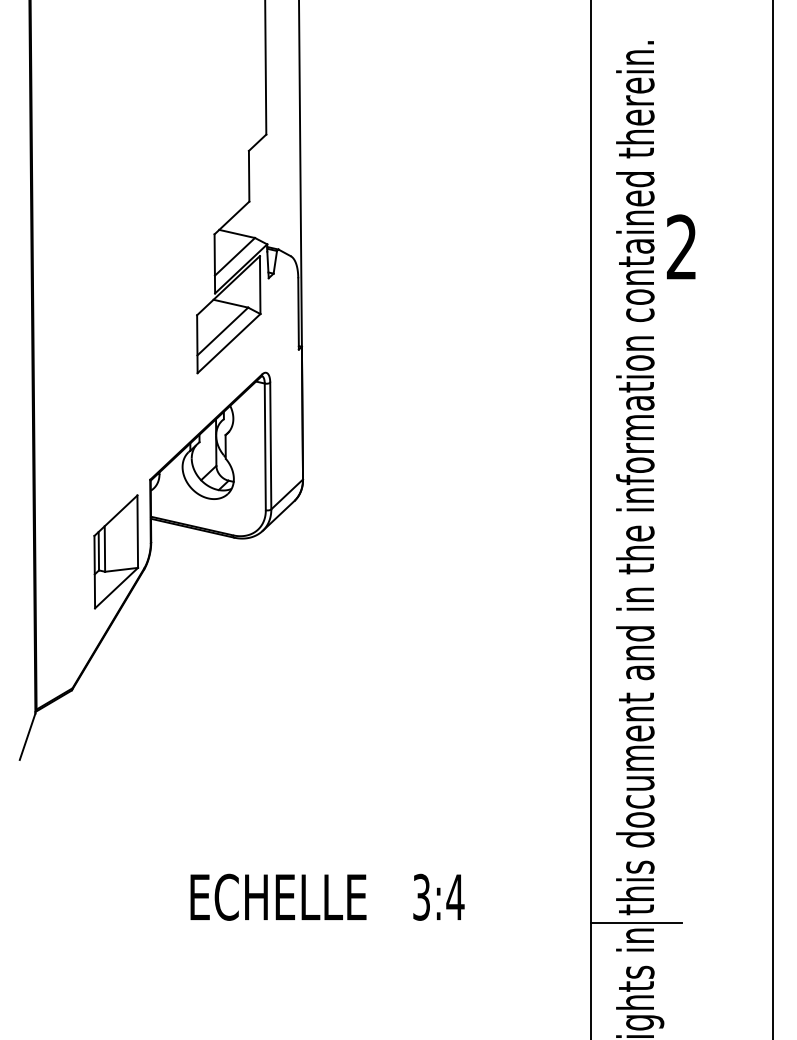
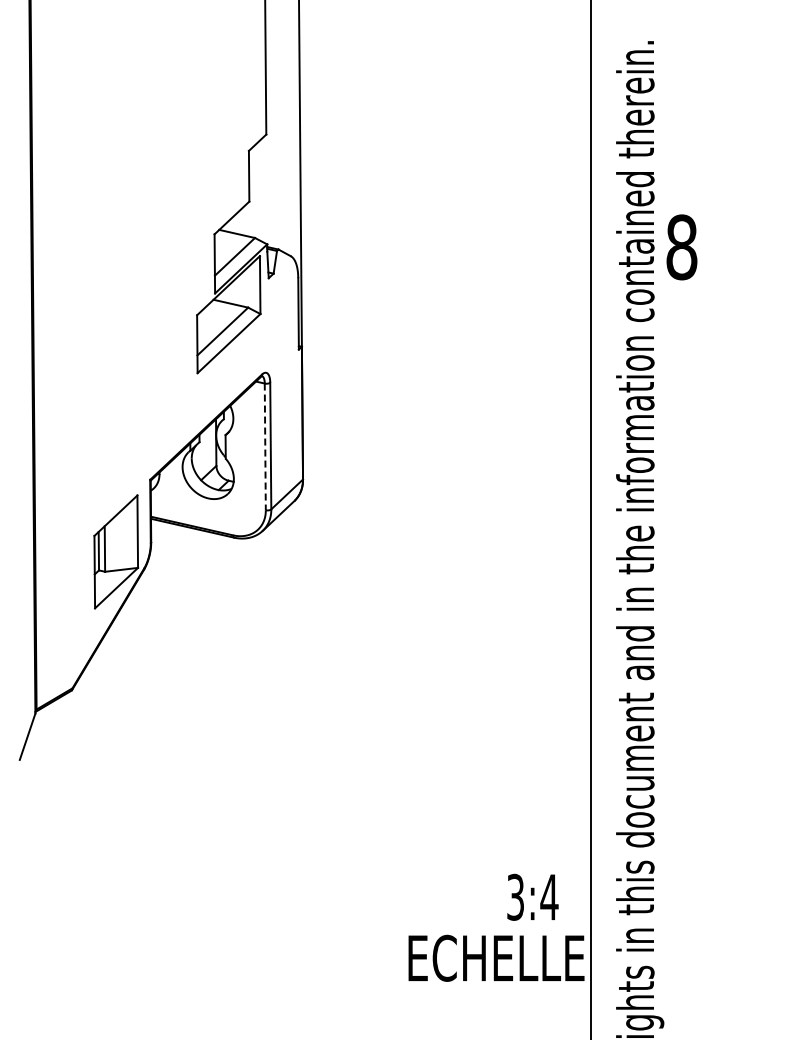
text at (681, 247): 2 -> 8
line at (265, 447): solid -> dashed
line at (772, 519): present -> none
text at (278, 896) position: (278, 896) -> (496, 957)
text at (438, 896) position: (438, 896) -> (532, 896)
line at (636, 922): present -> none
